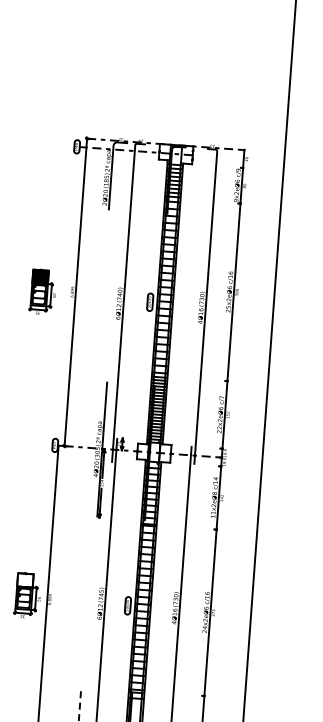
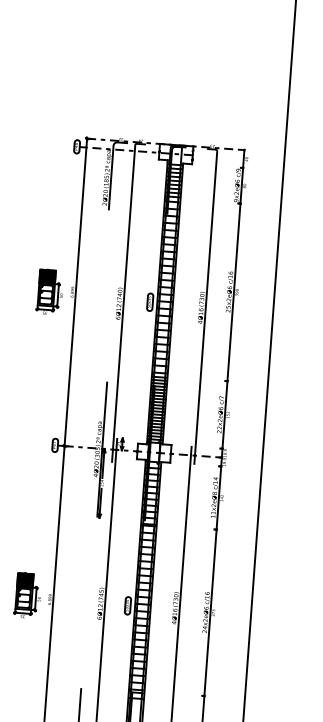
part at (41, 291) position: (41, 291) -> (48, 291)
fill at (25, 580): none -> present
line at (48, 582) position: (48, 582) -> (54, 582)
line at (80, 704): dashed -> solid
